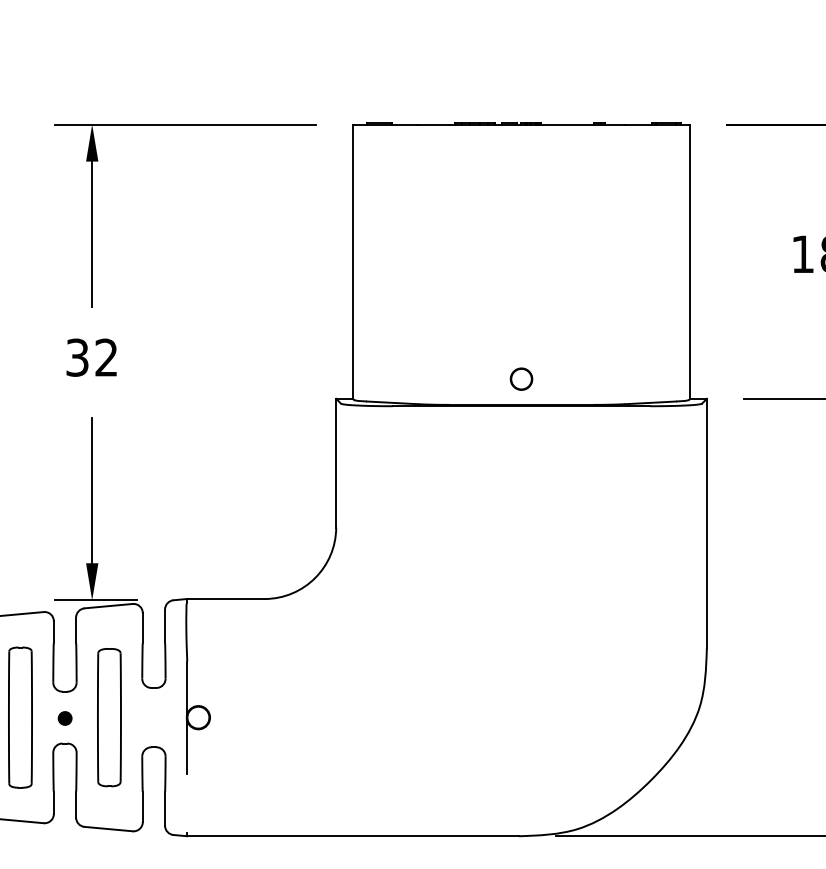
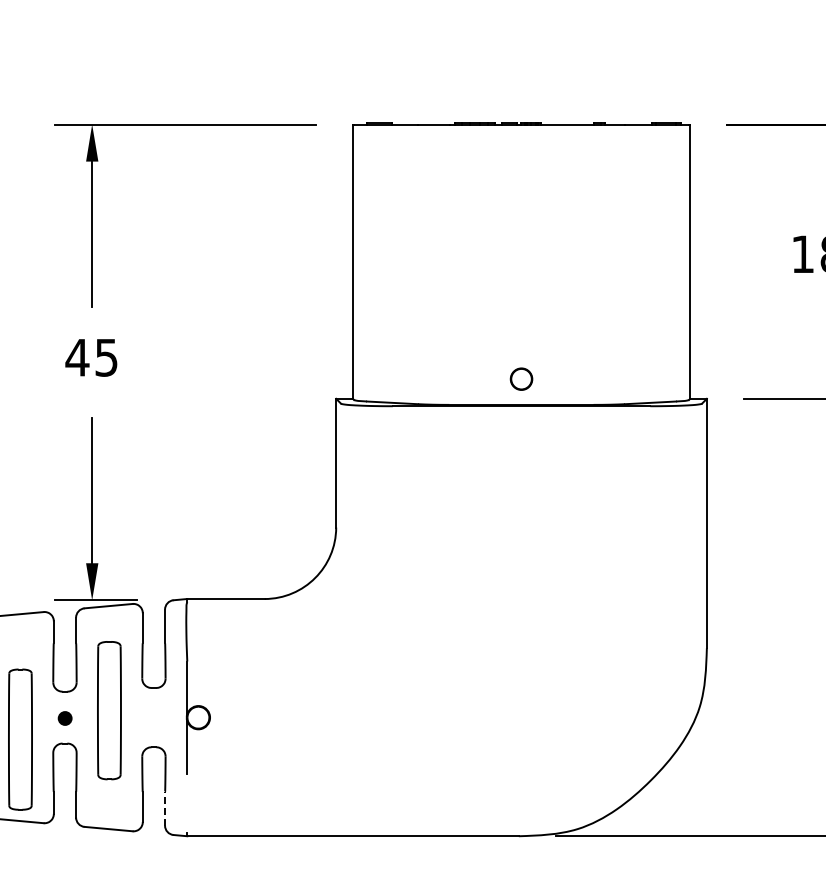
text at (91, 357): 32 -> 45
part at (20, 717) position: (20, 717) -> (20, 739)
part at (109, 717) position: (109, 717) -> (109, 710)
line at (165, 808): solid -> dashed
